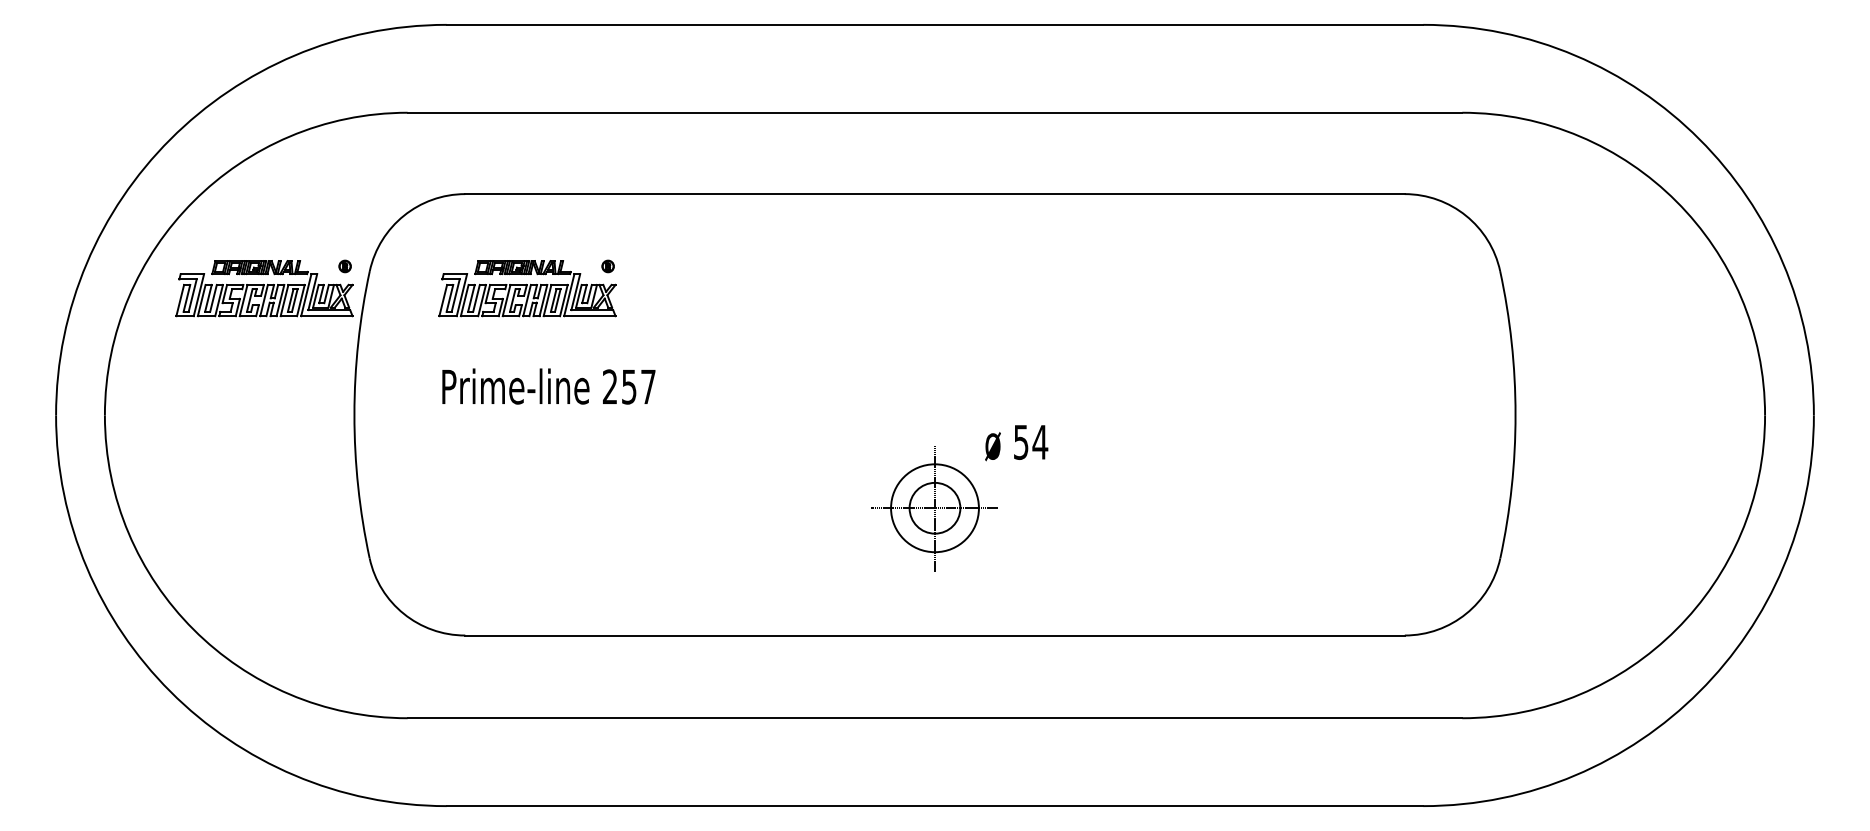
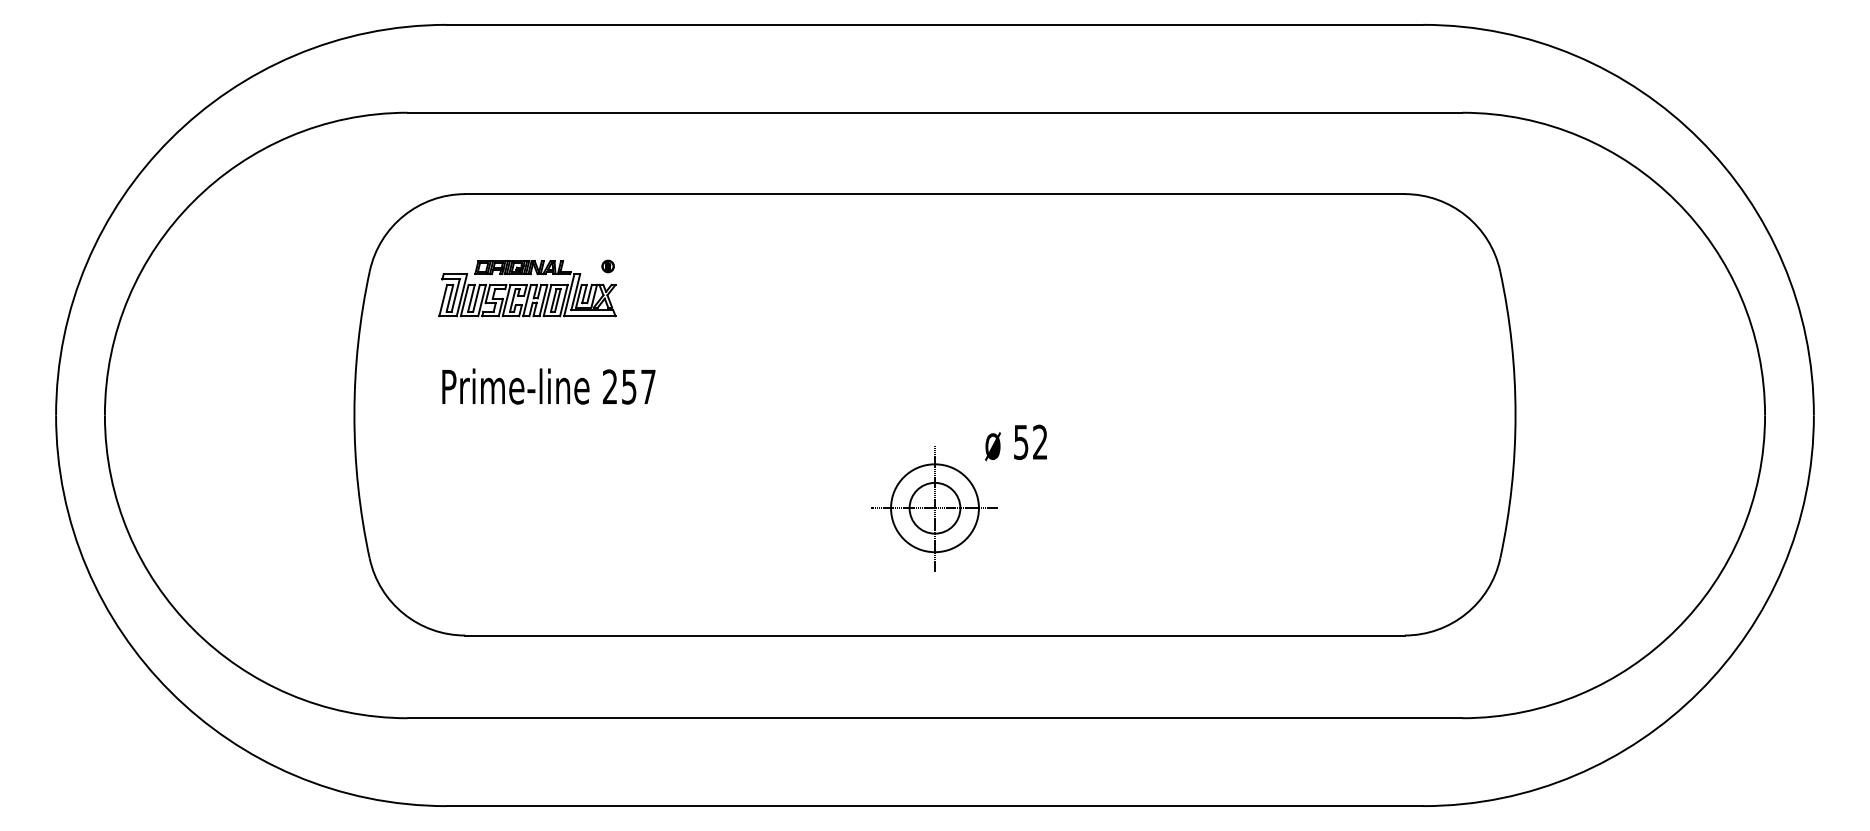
part at (264, 288): present -> none
text at (1040, 441): 54 -> 52
